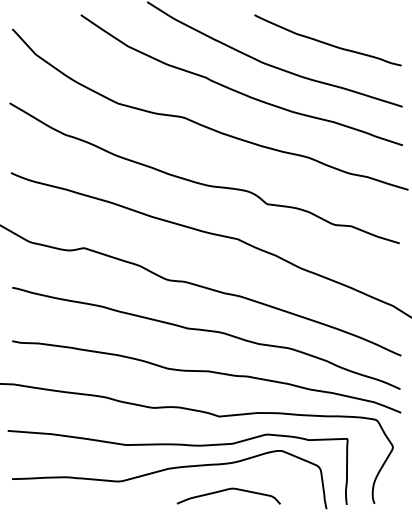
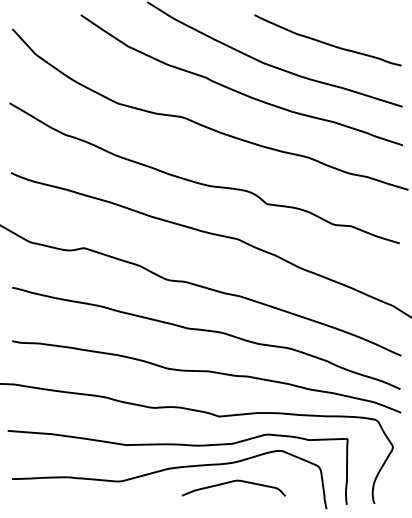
curve at (228, 490) position: (228, 490) -> (233, 482)
